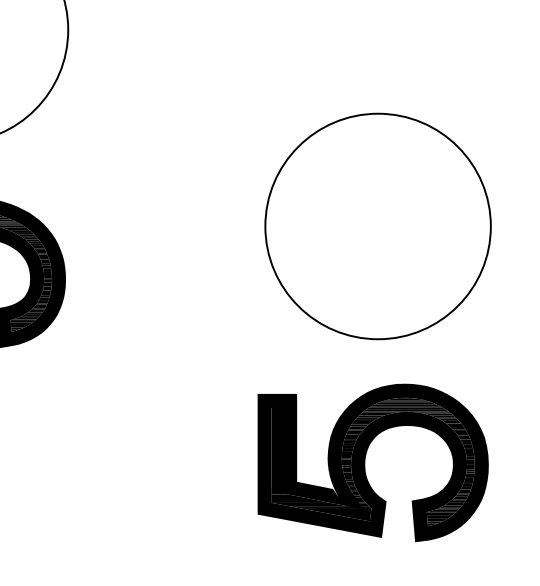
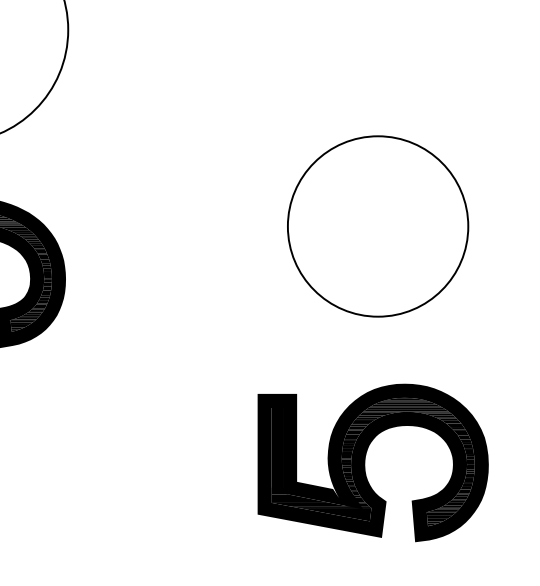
part at (377, 226) size: 228x229 px -> 183x183 px
